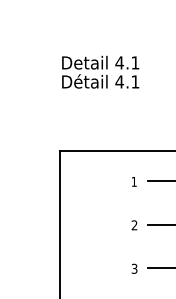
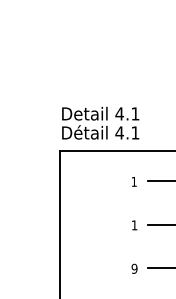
text at (100, 71) position: (100, 71) -> (100, 122)
text at (134, 225): 2 -> 1
text at (134, 268): 3 -> 9
